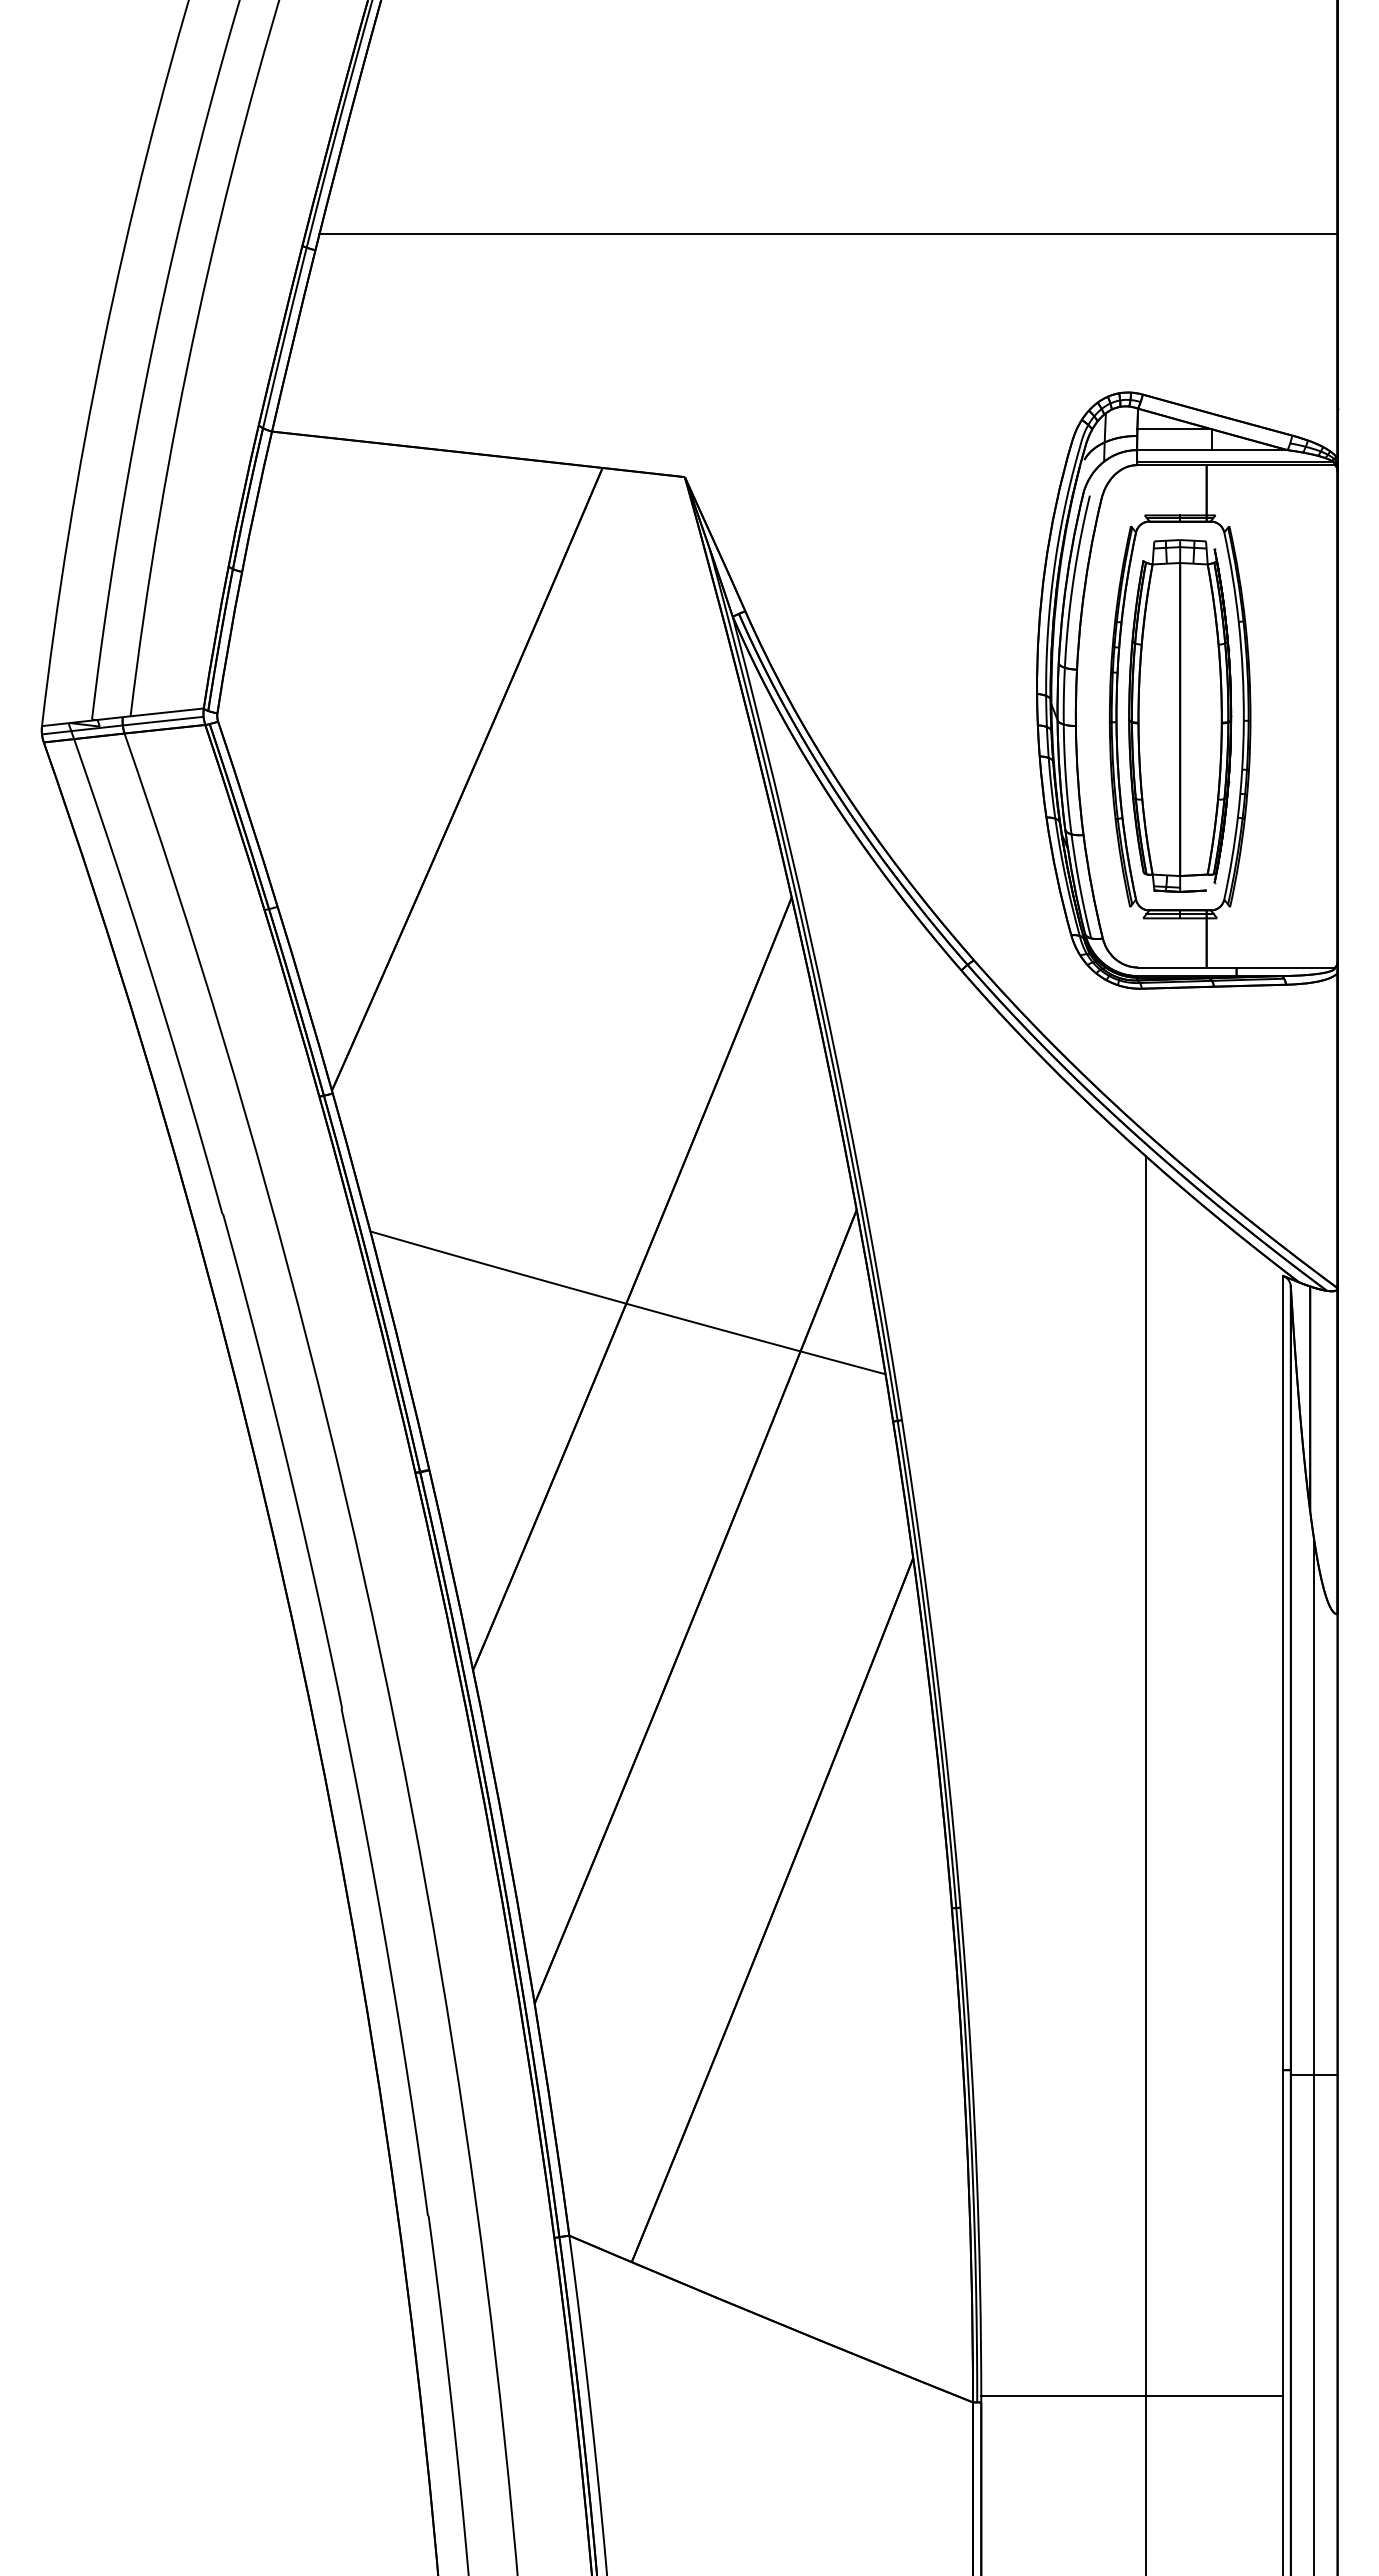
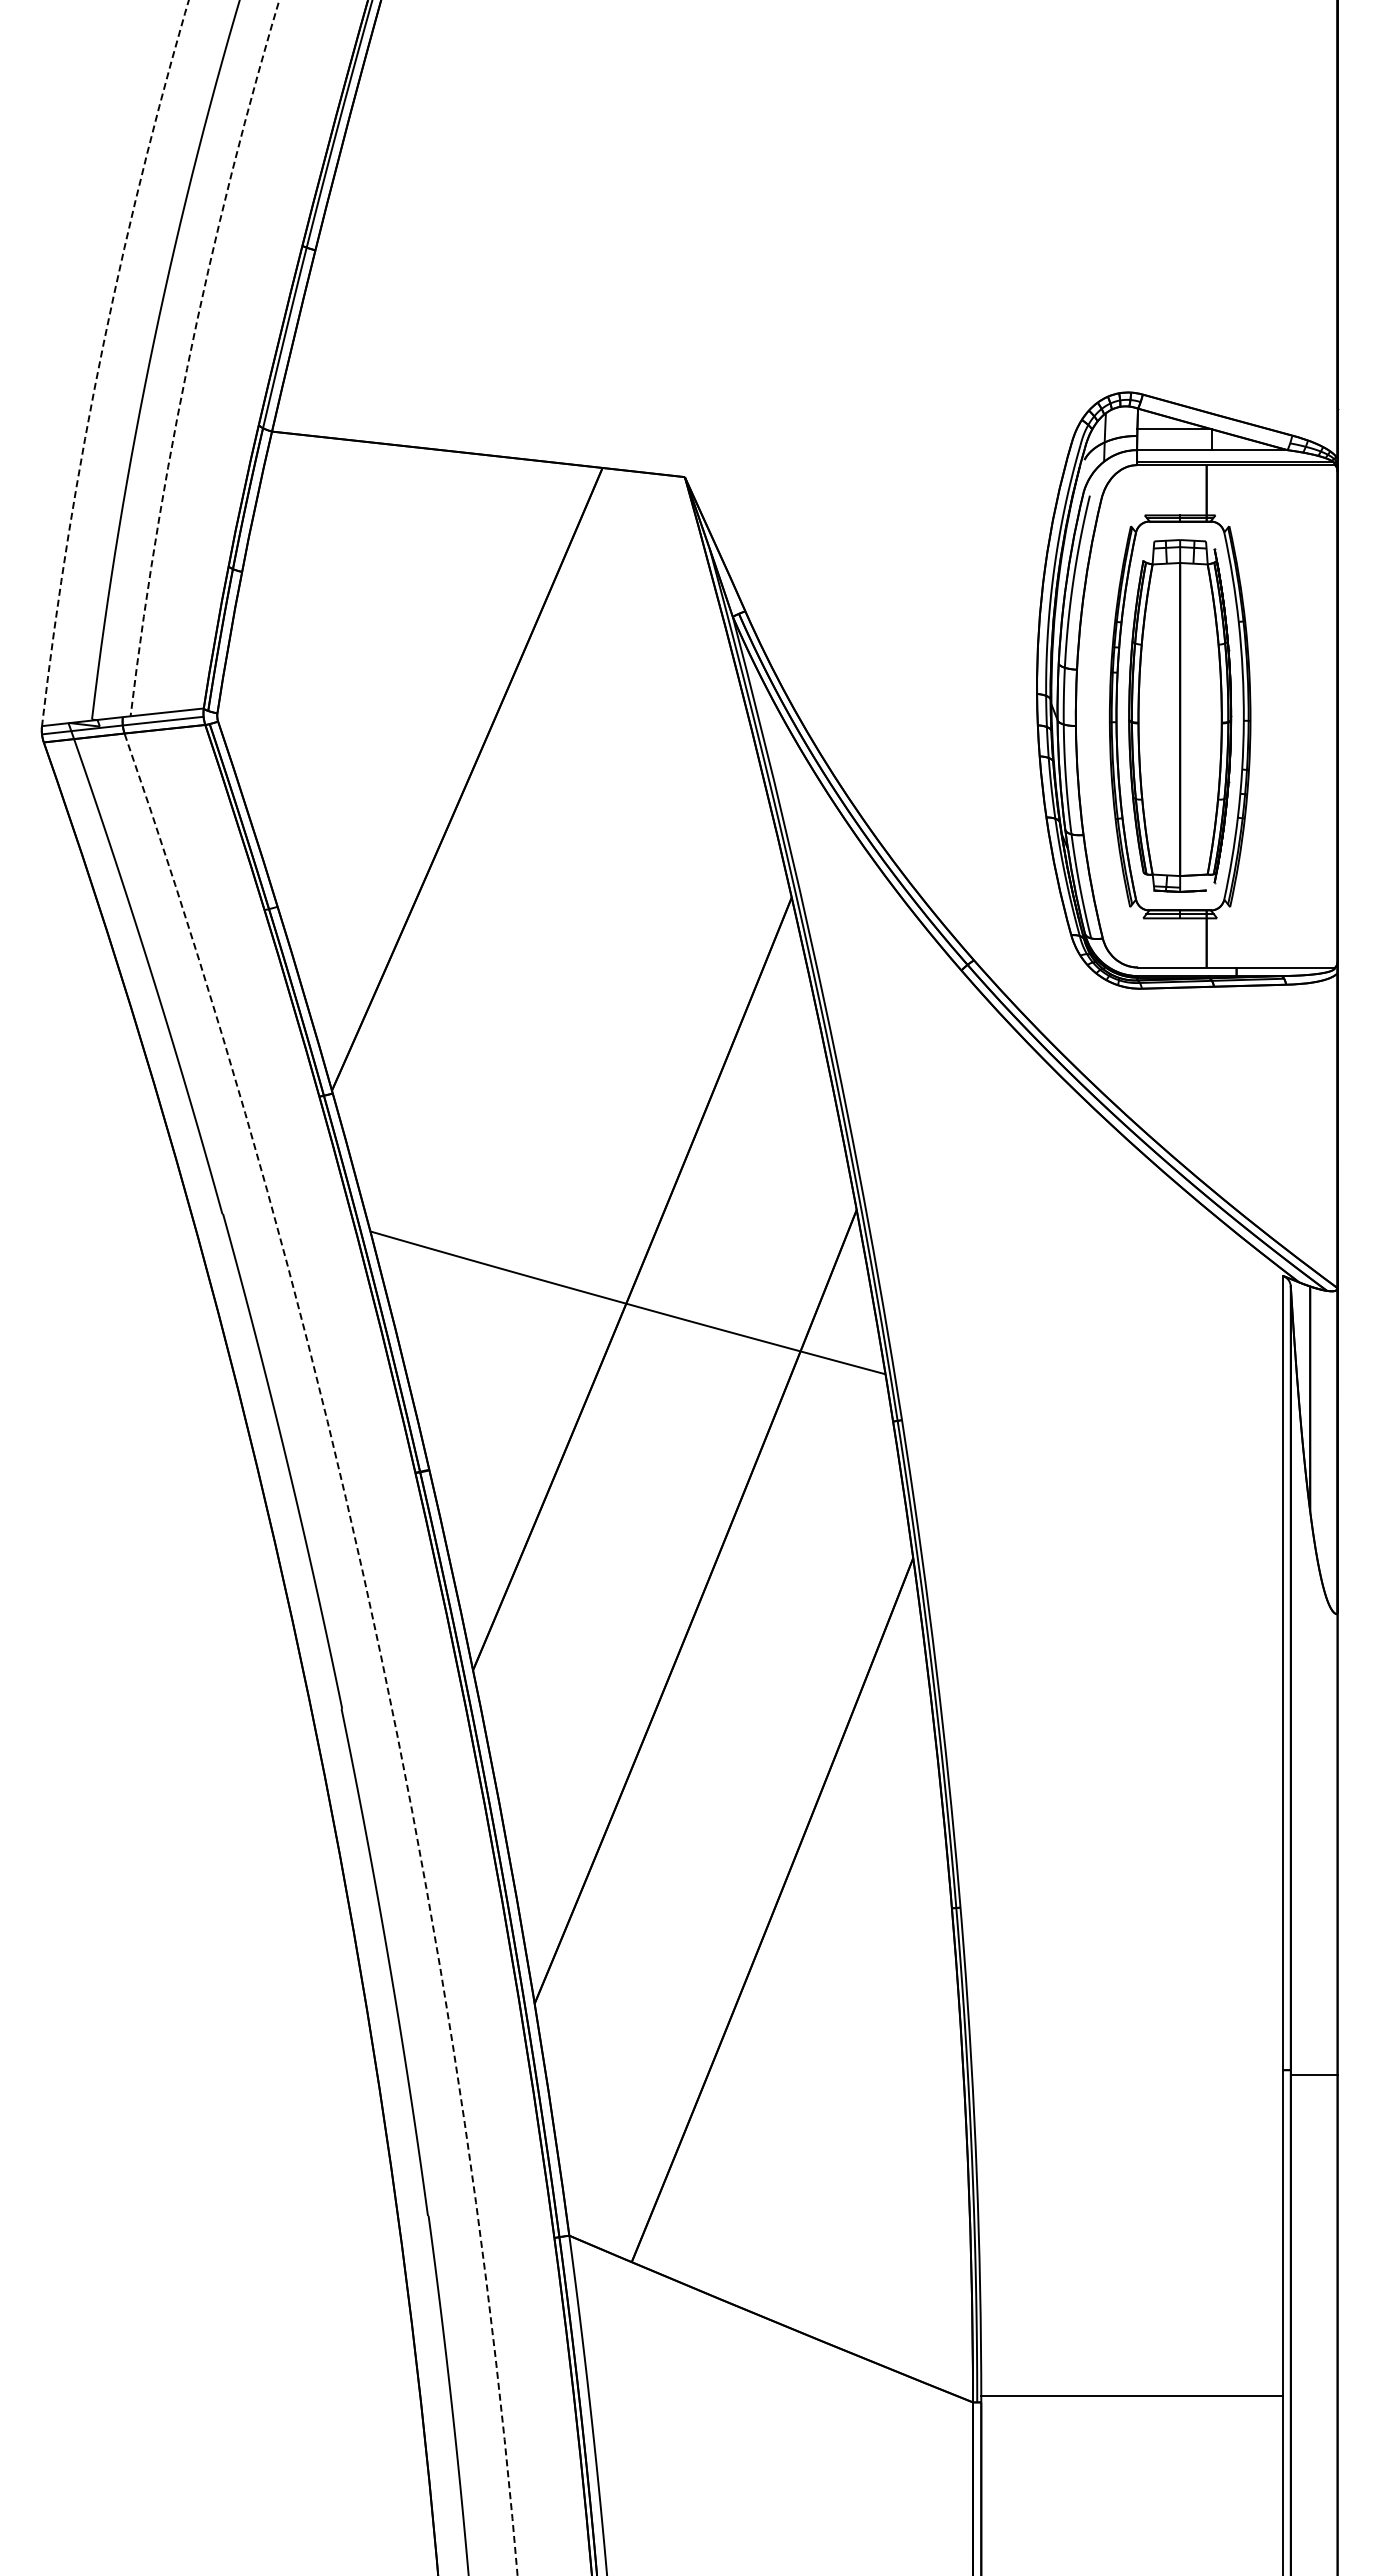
line at (828, 234): present -> none
arc at (190, 354): solid -> dashed
arc at (100, 360): solid -> dashed
arc at (378, 1643): solid -> dashed
line at (1145, 1864): present -> none
line at (1314, 2056): present -> none
